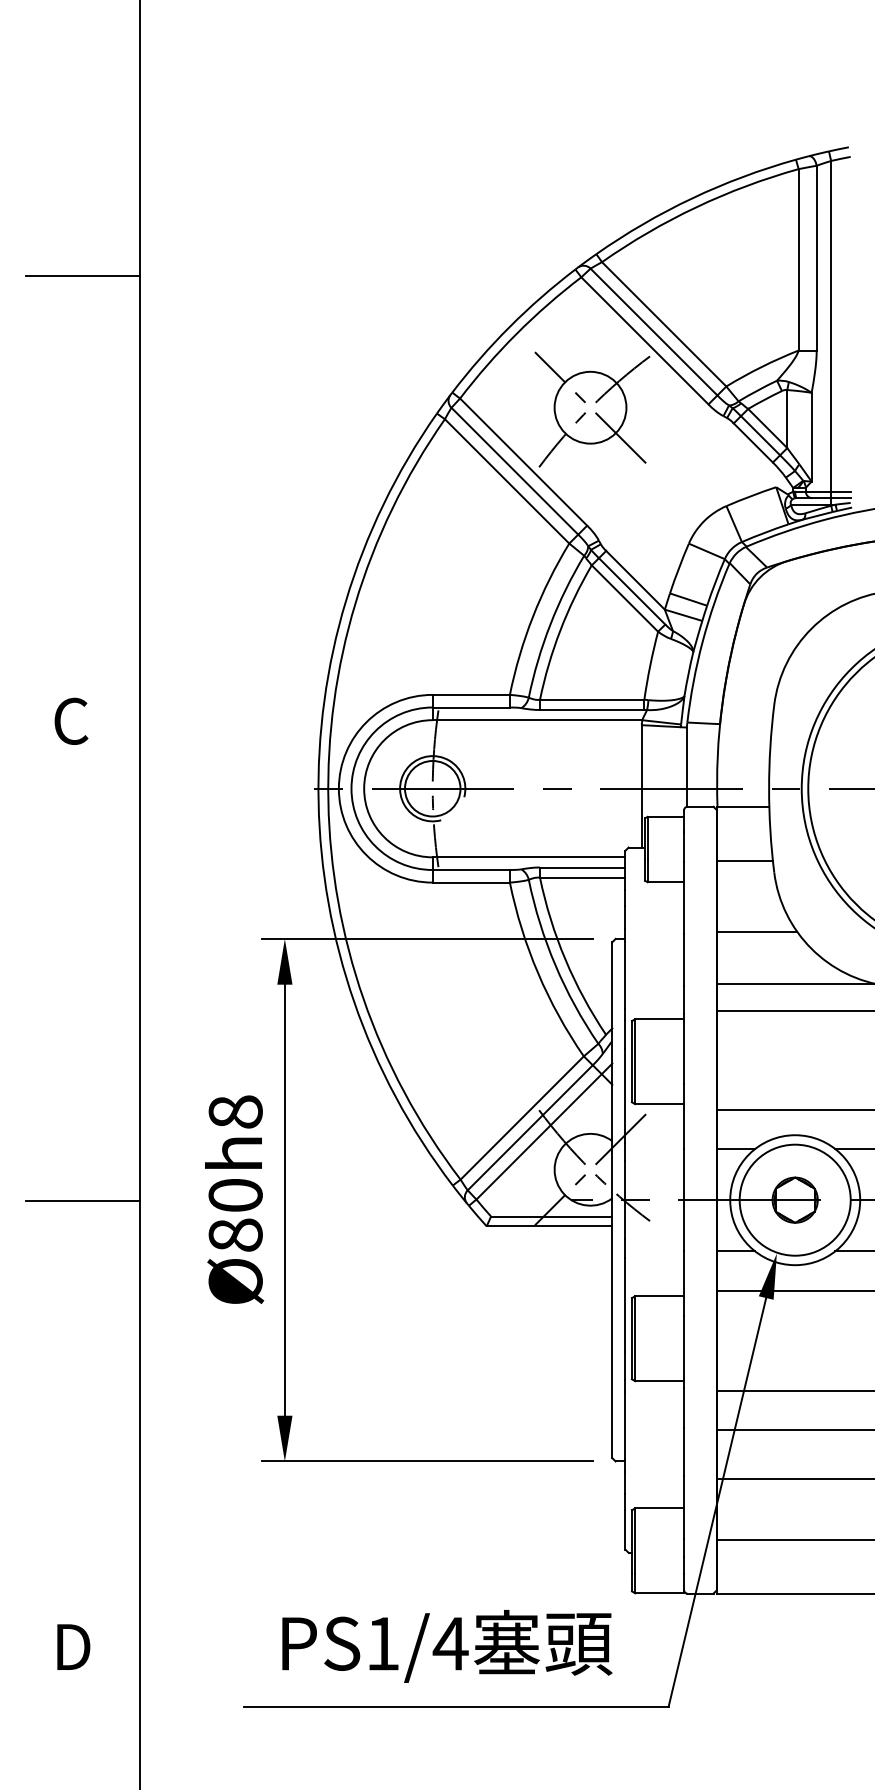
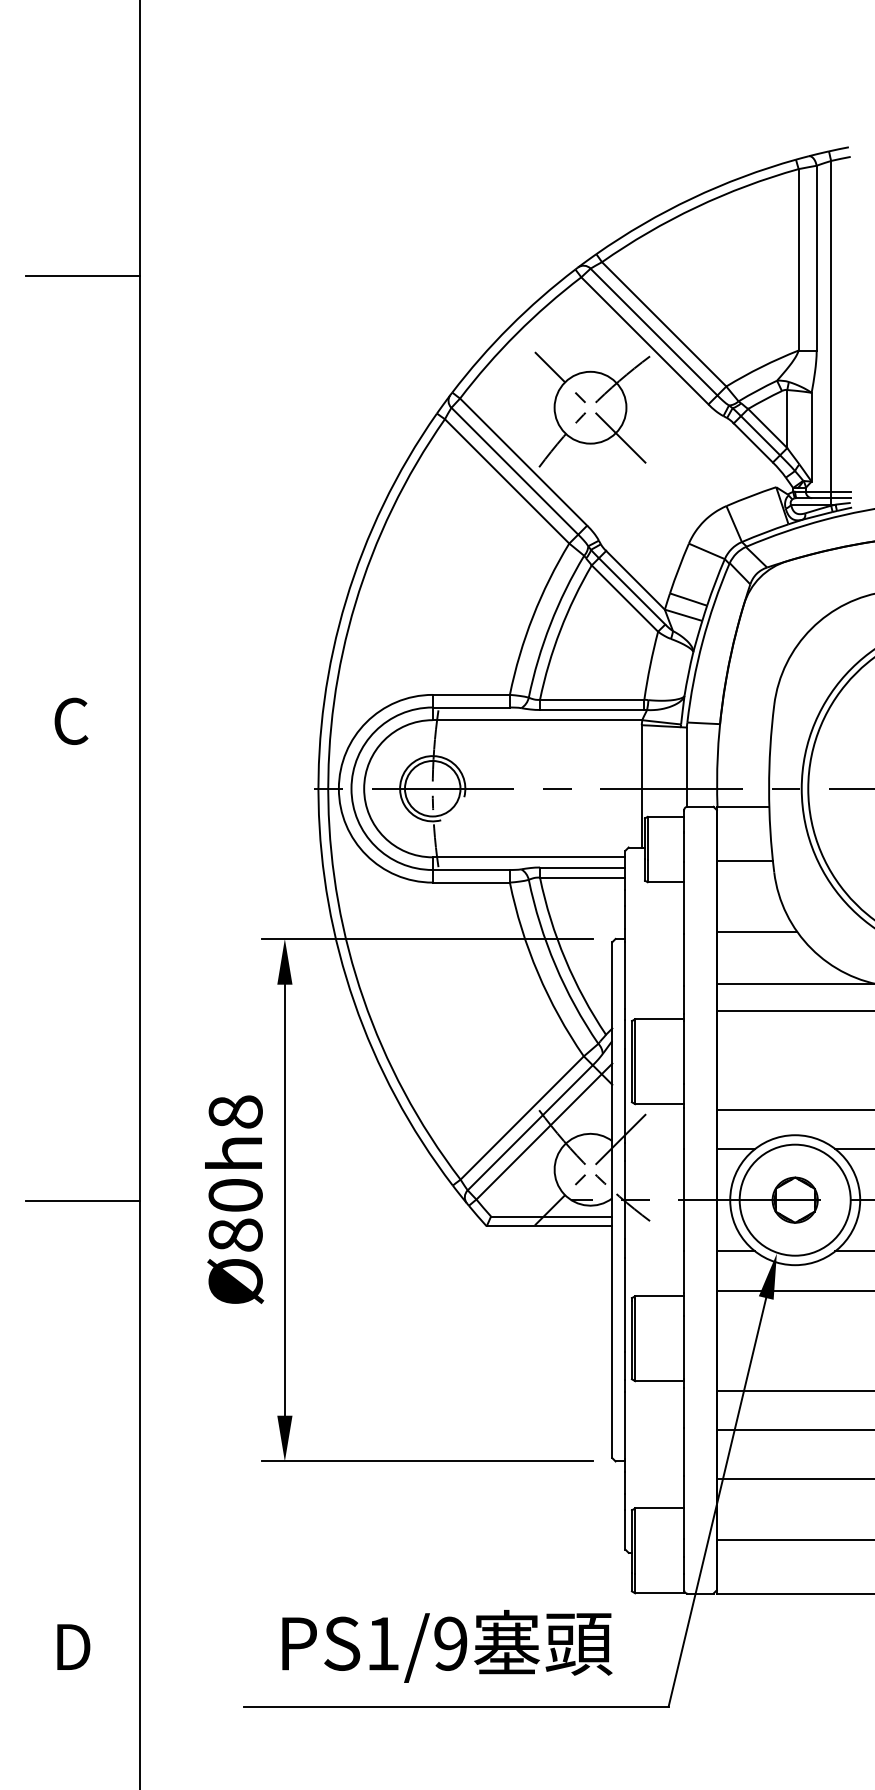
text at (450, 1643): PS1/4 -> PS1/9
